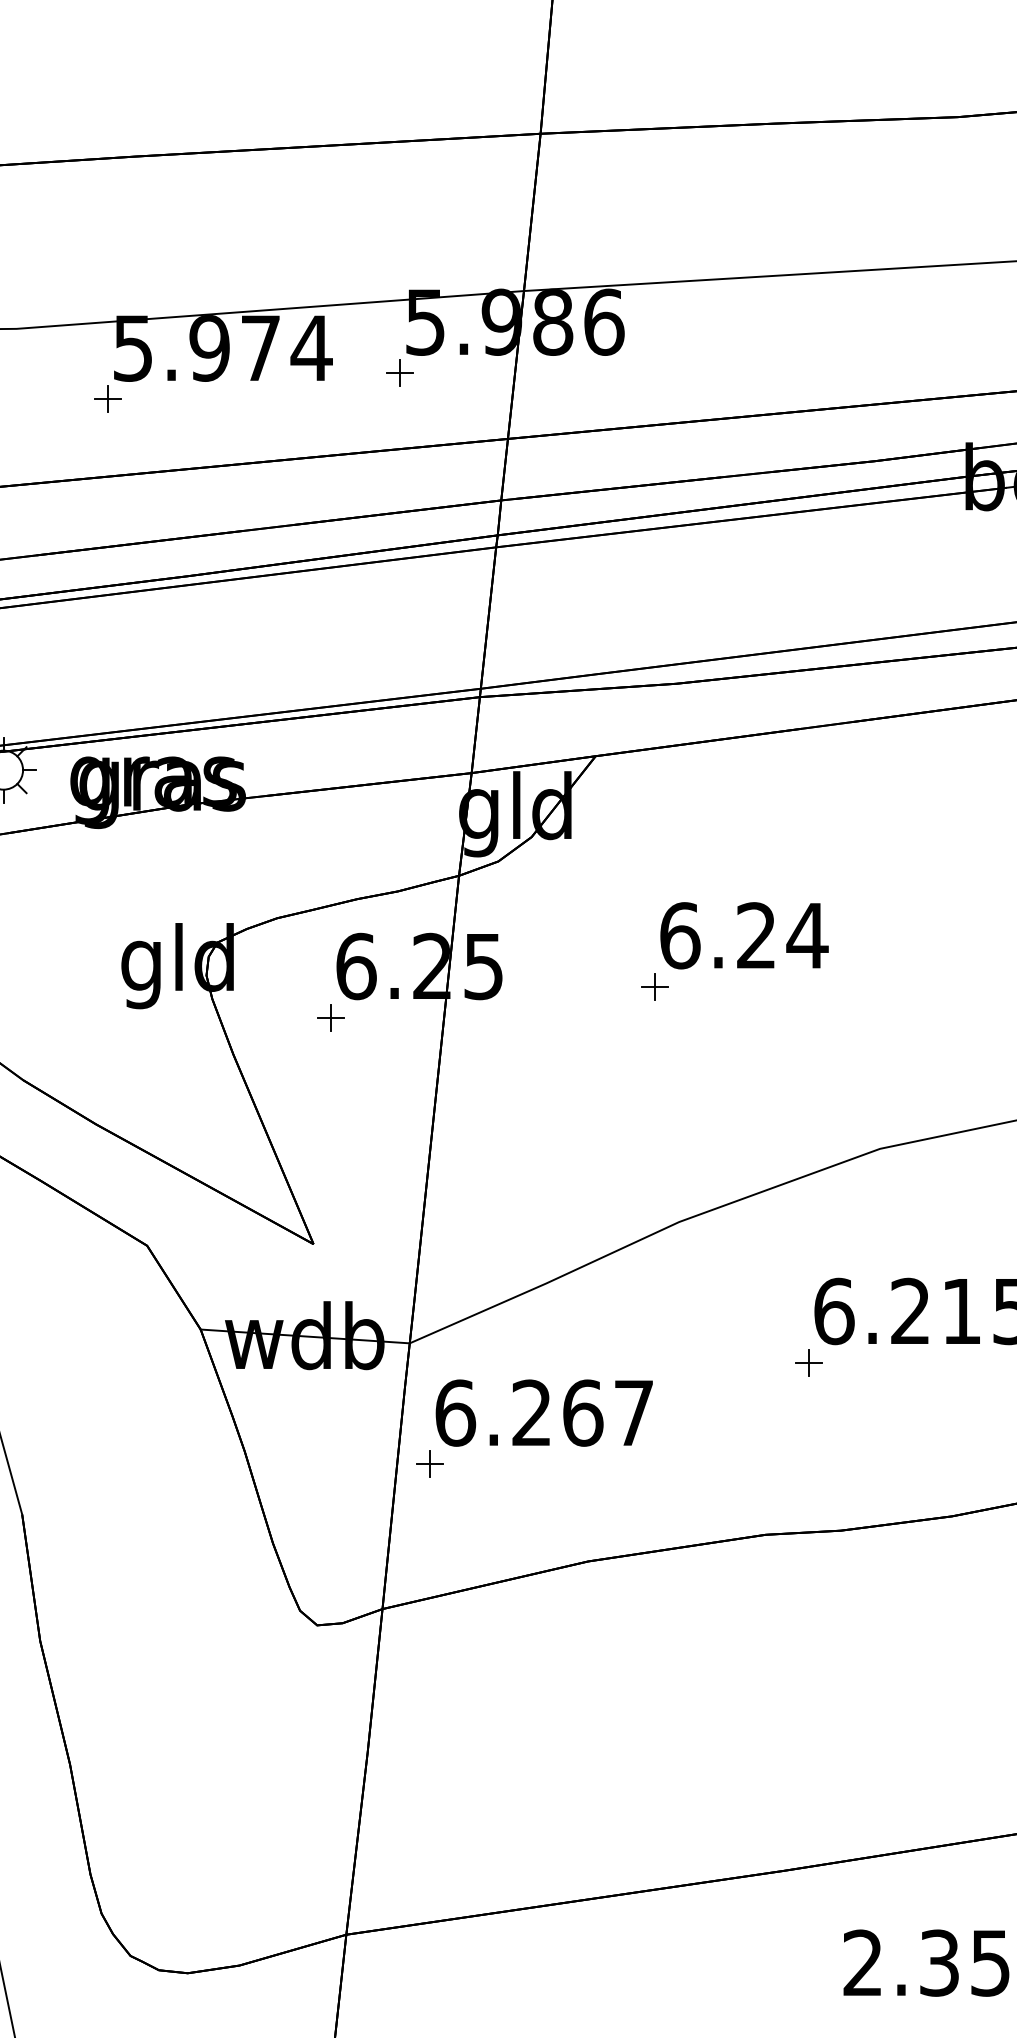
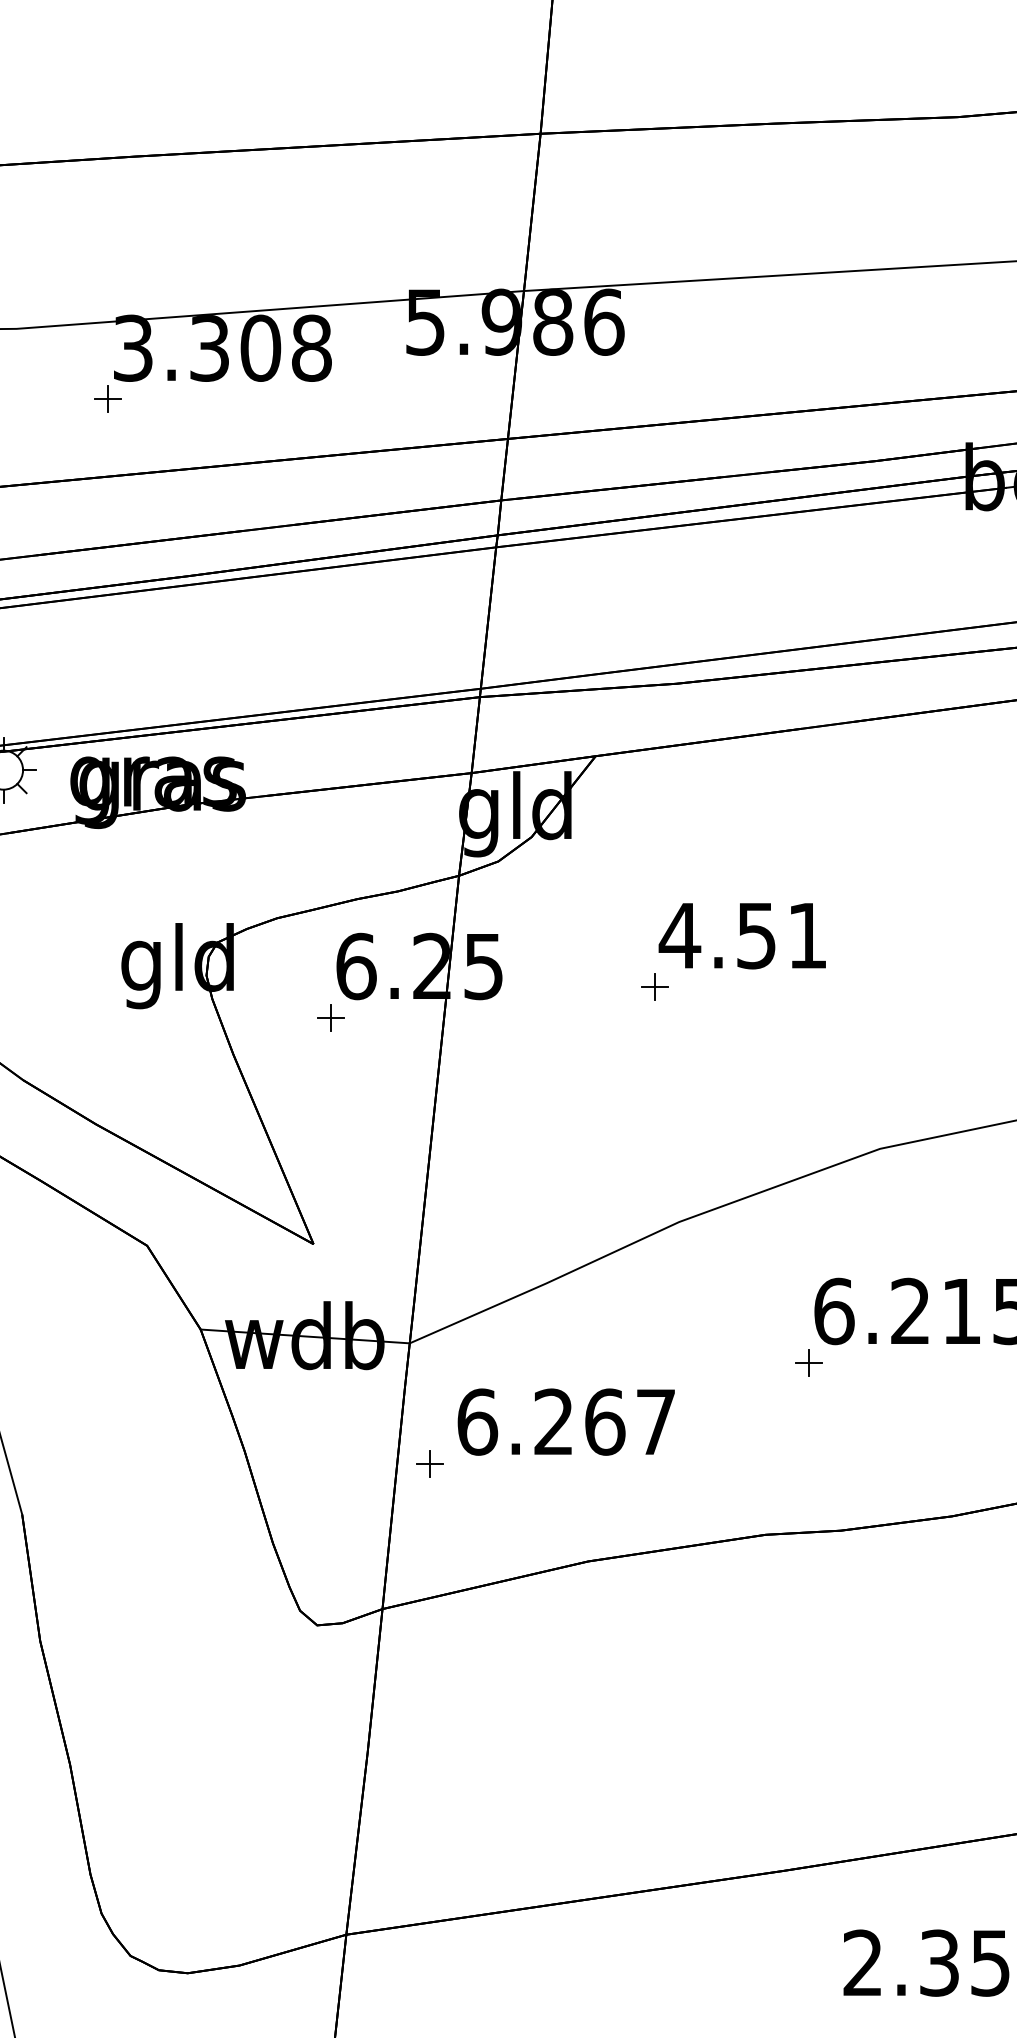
text at (223, 347): 5.974 -> 3.308
part at (399, 372): present -> none
text at (743, 935): 6.24 -> 4.51
text at (543, 1412) position: (543, 1412) -> (565, 1421)
